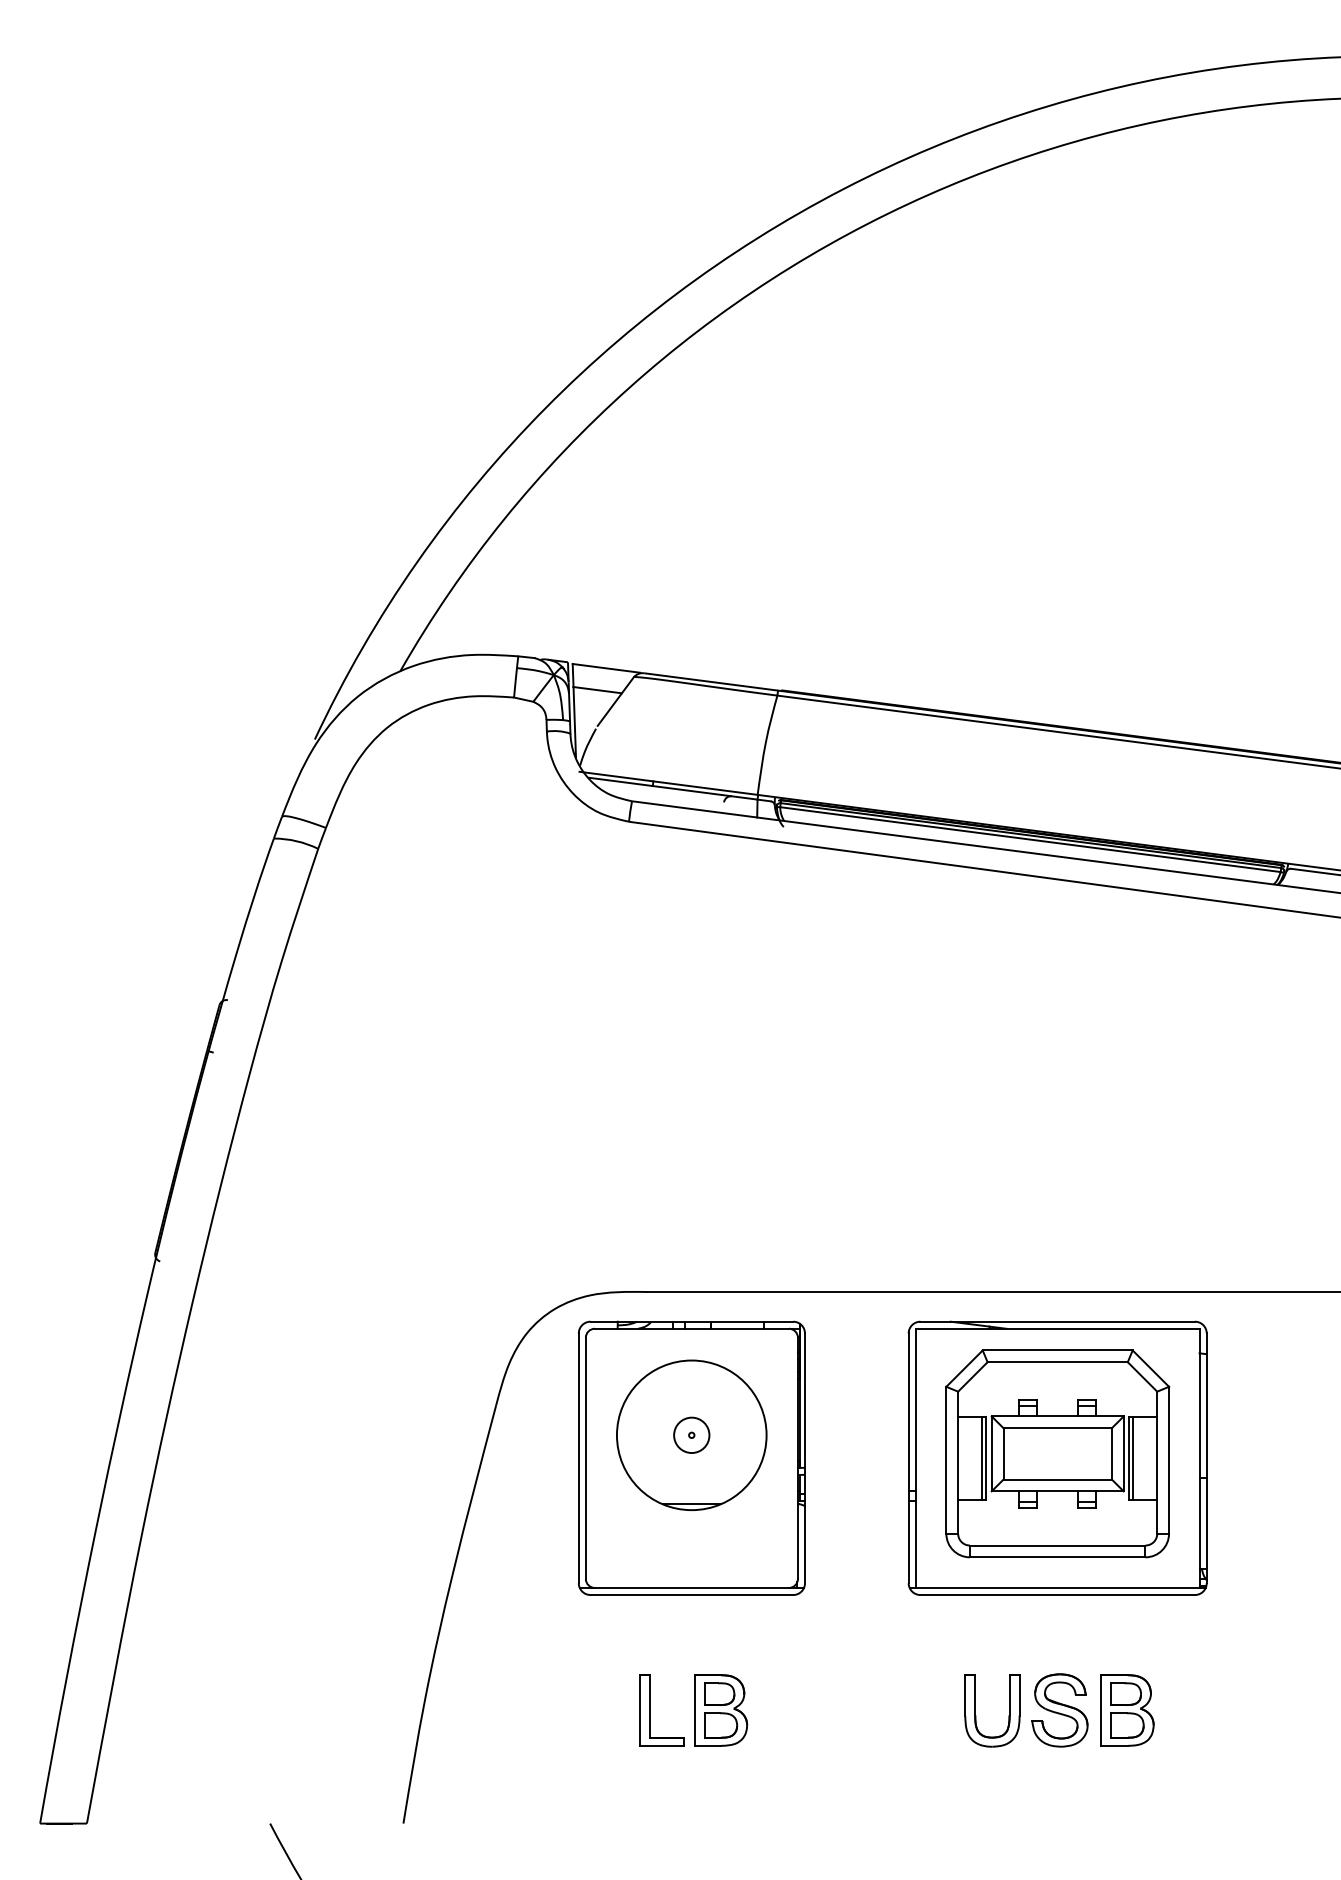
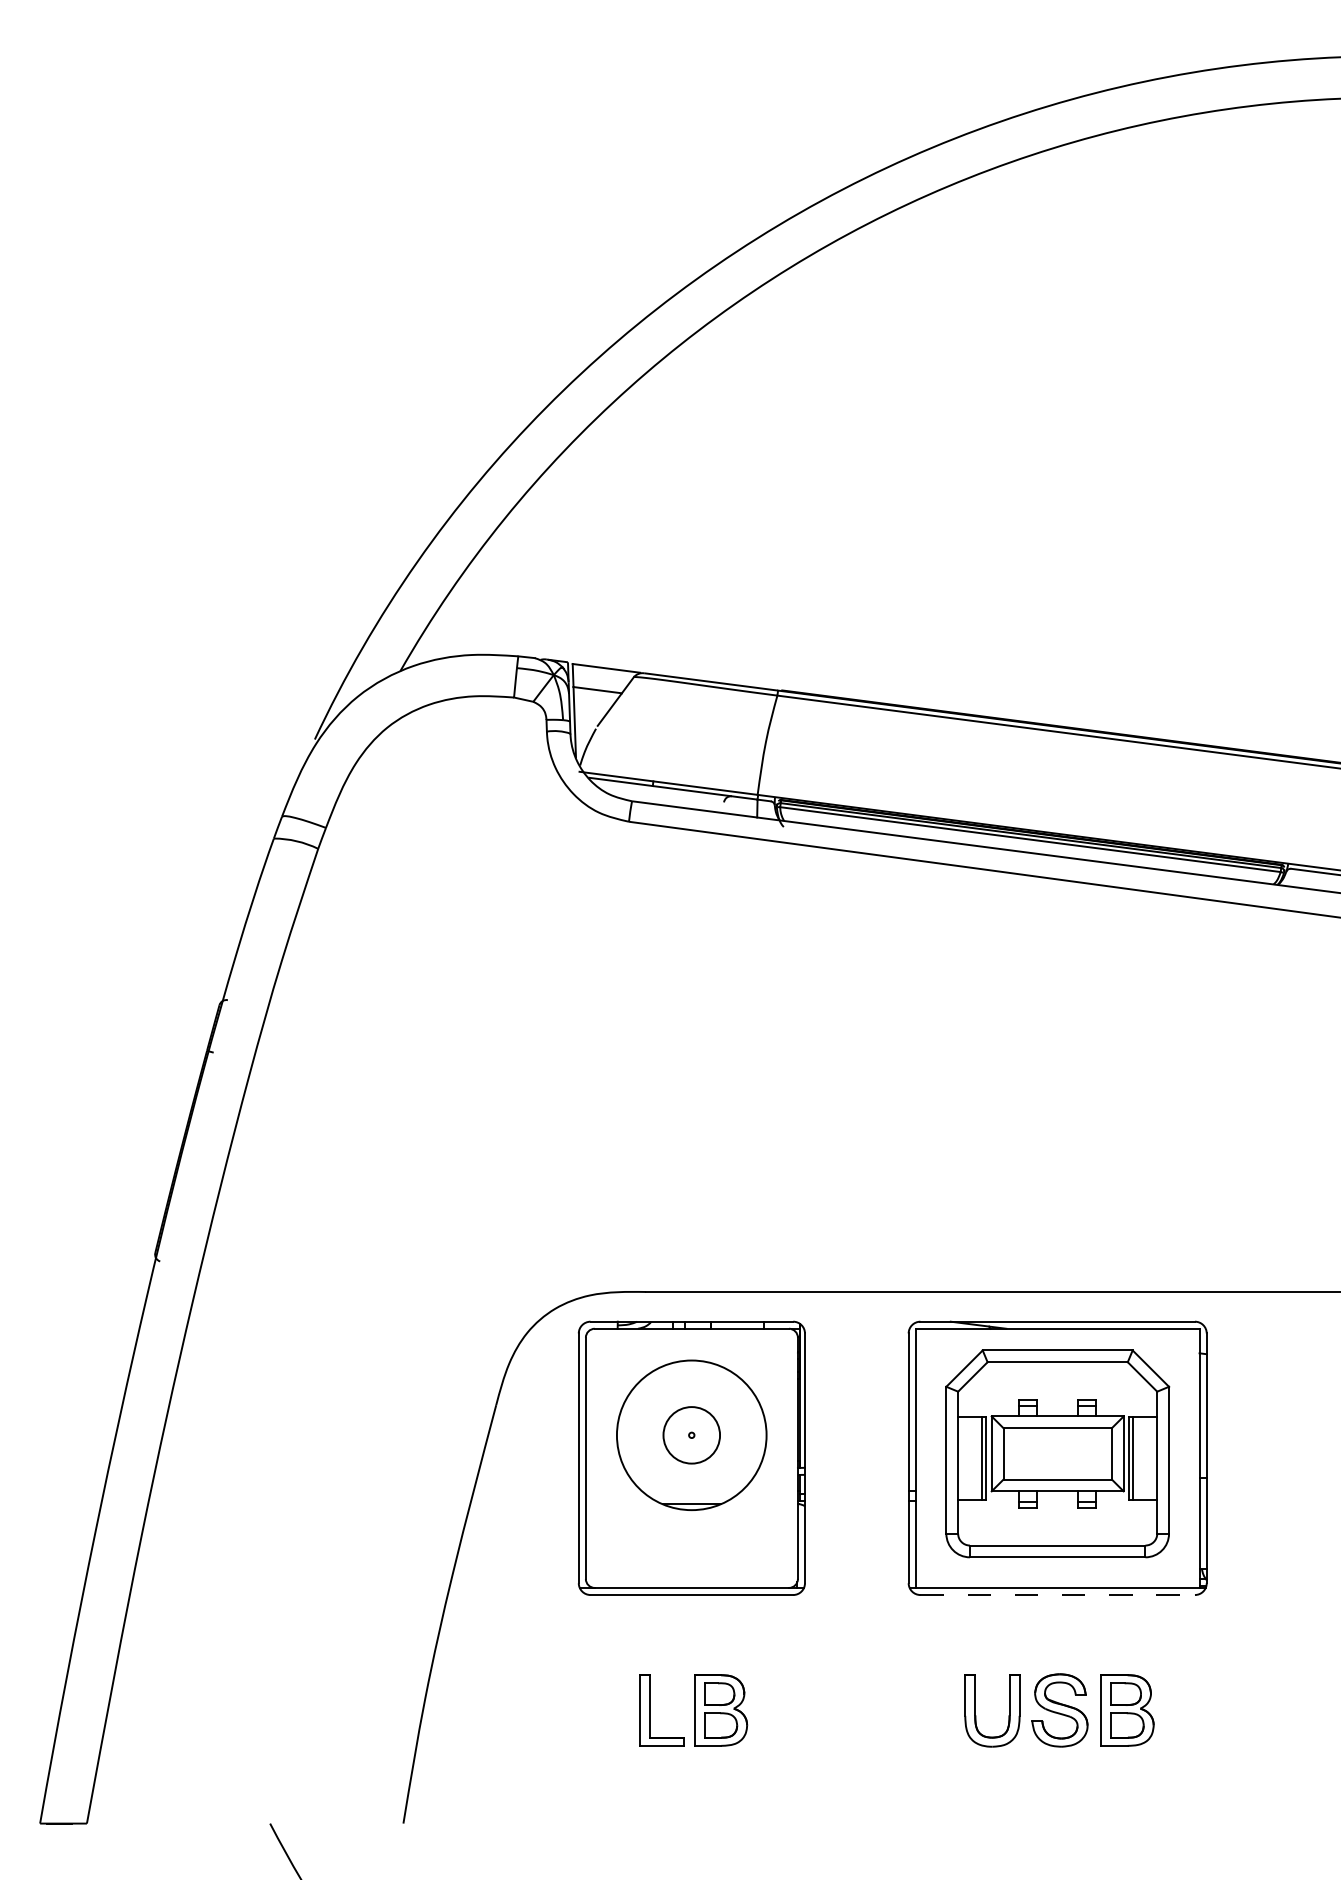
circle at (691, 1435) diameter: 35 px -> 57 px
line at (1058, 1595): solid -> dashed
